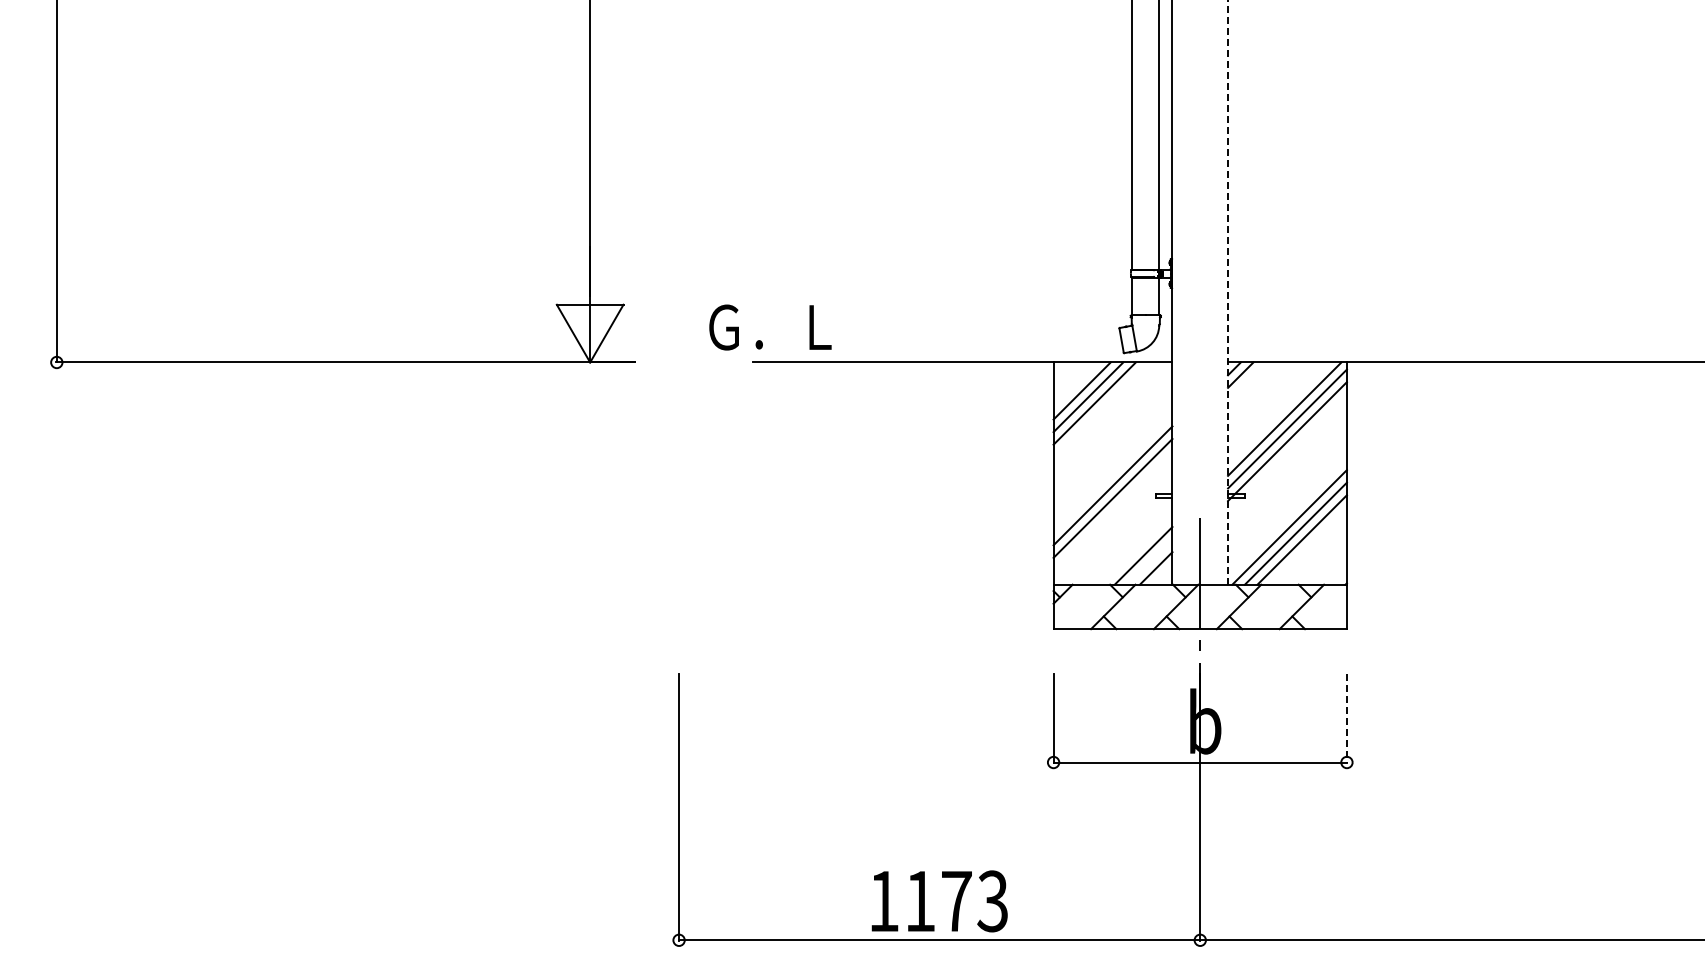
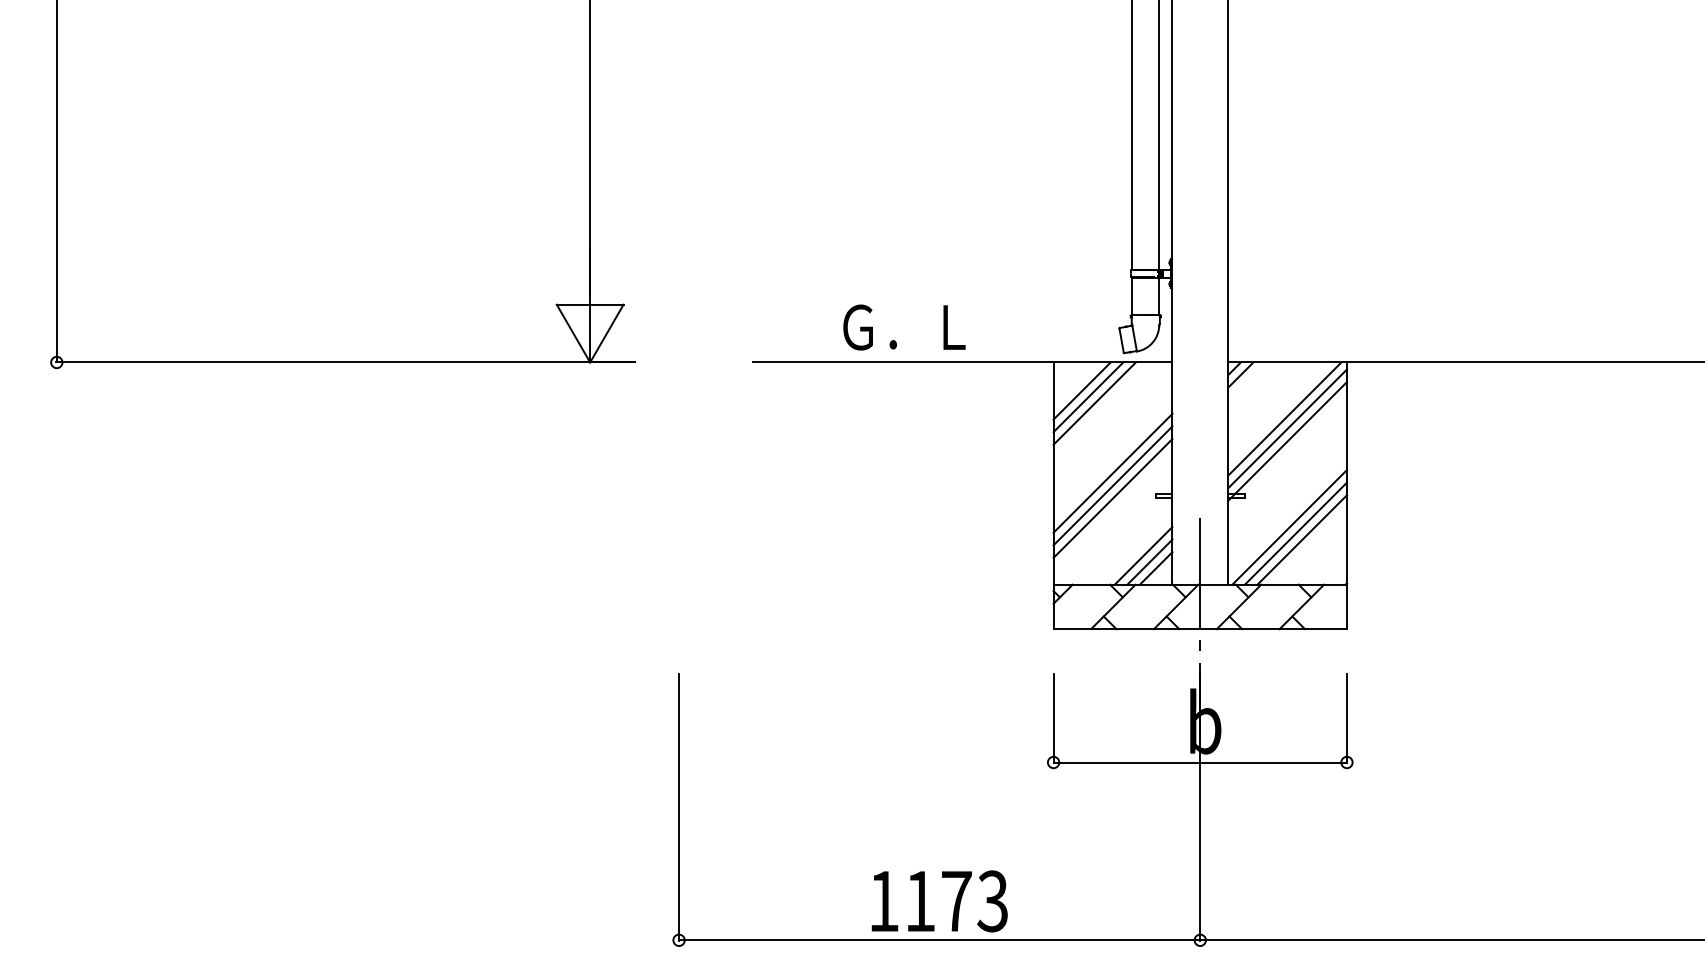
line at (1228, 292): dashed -> solid
text at (770, 327) position: (770, 327) -> (904, 327)
line at (1112, 472): none -> present
line at (1149, 561): none -> present
line at (1346, 718): dashed -> solid
